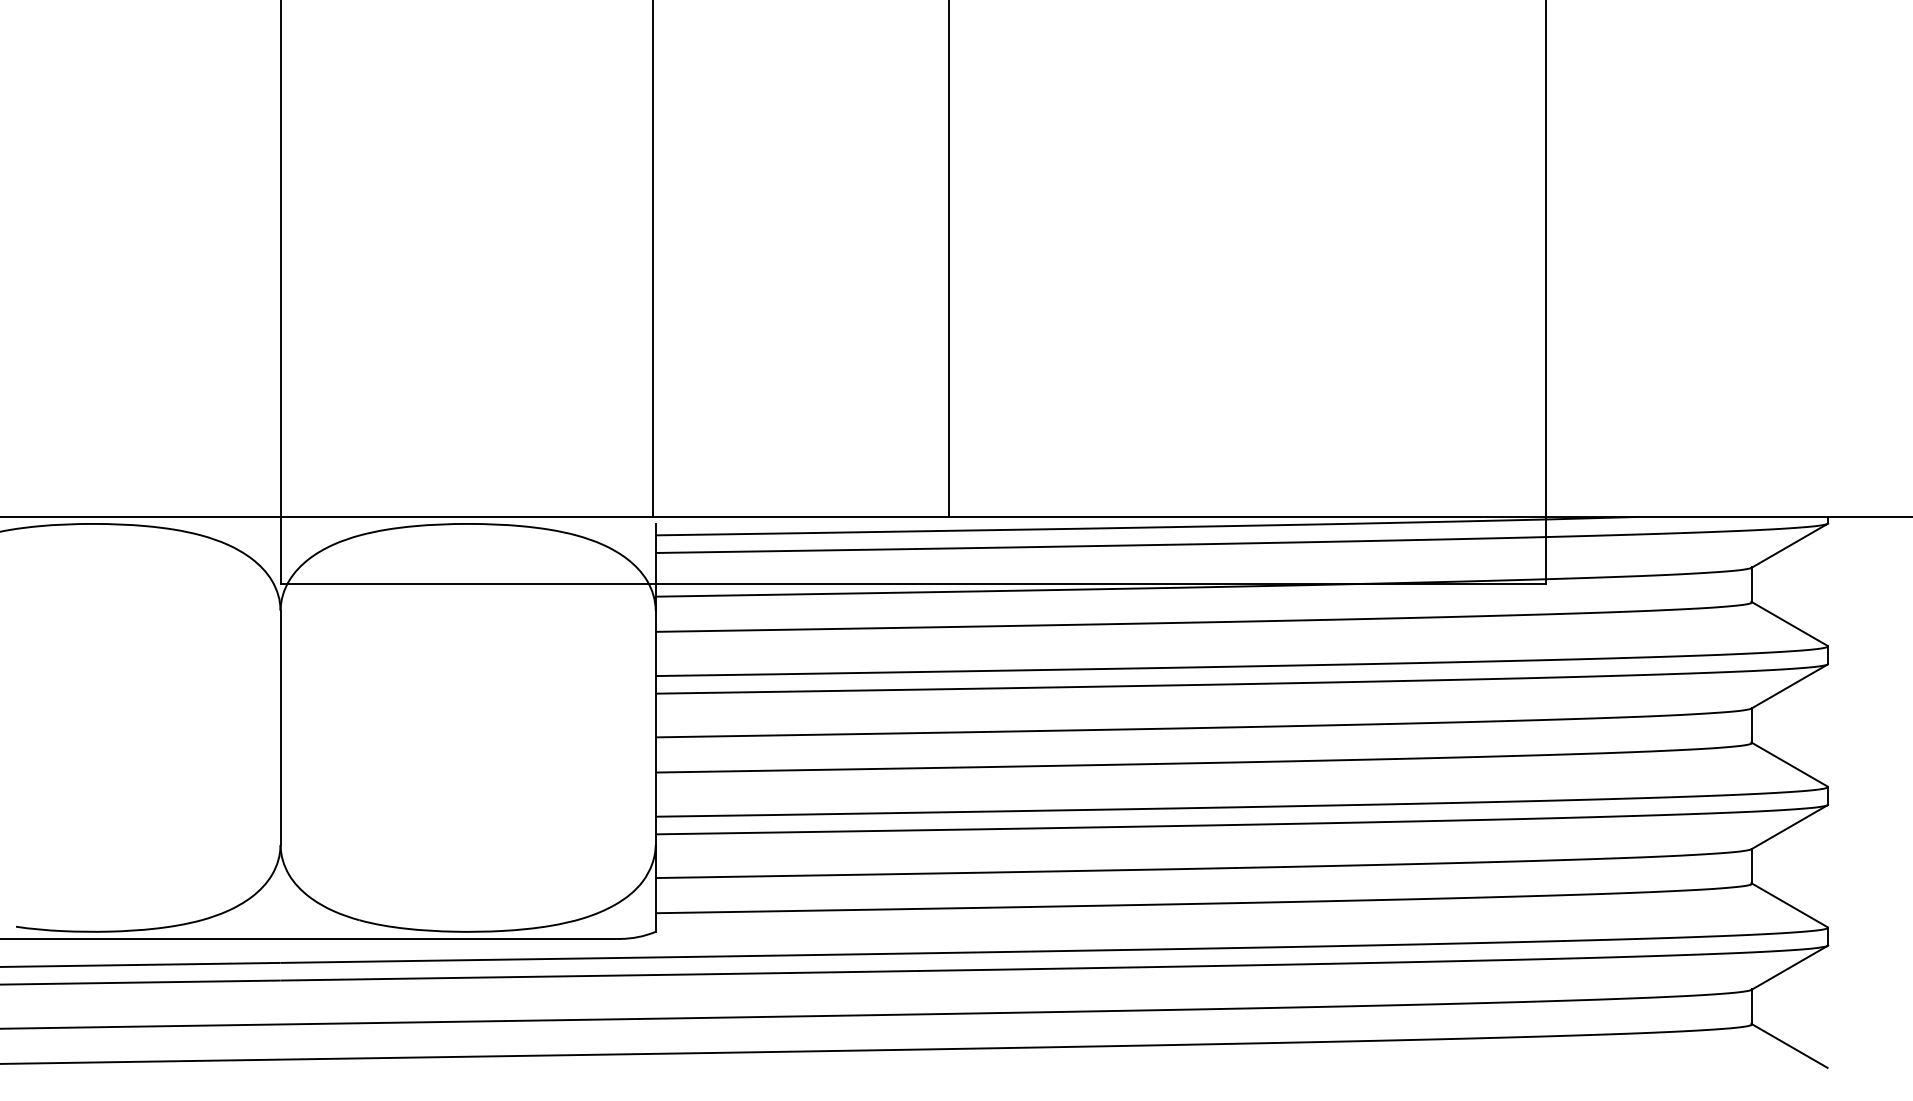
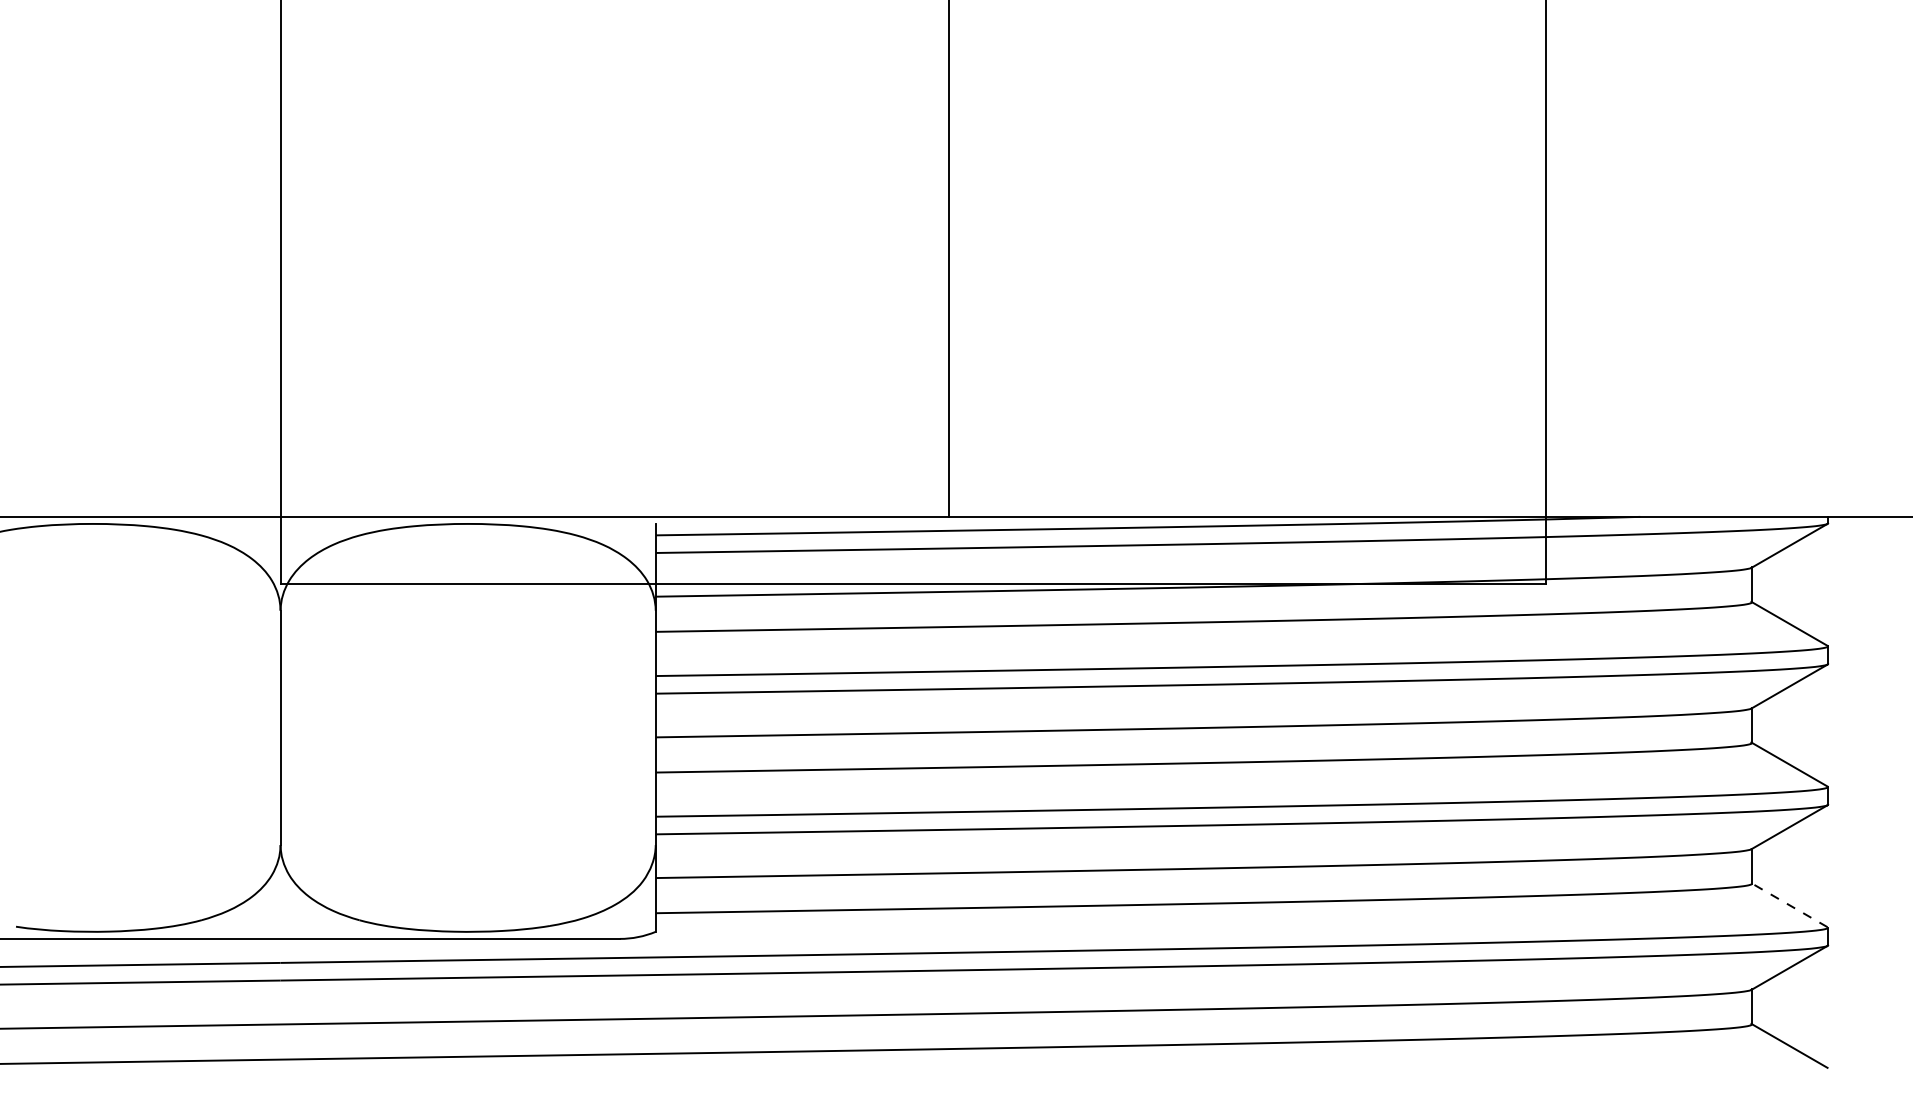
line at (653, 259): present -> none
line at (1789, 905): solid -> dashed
